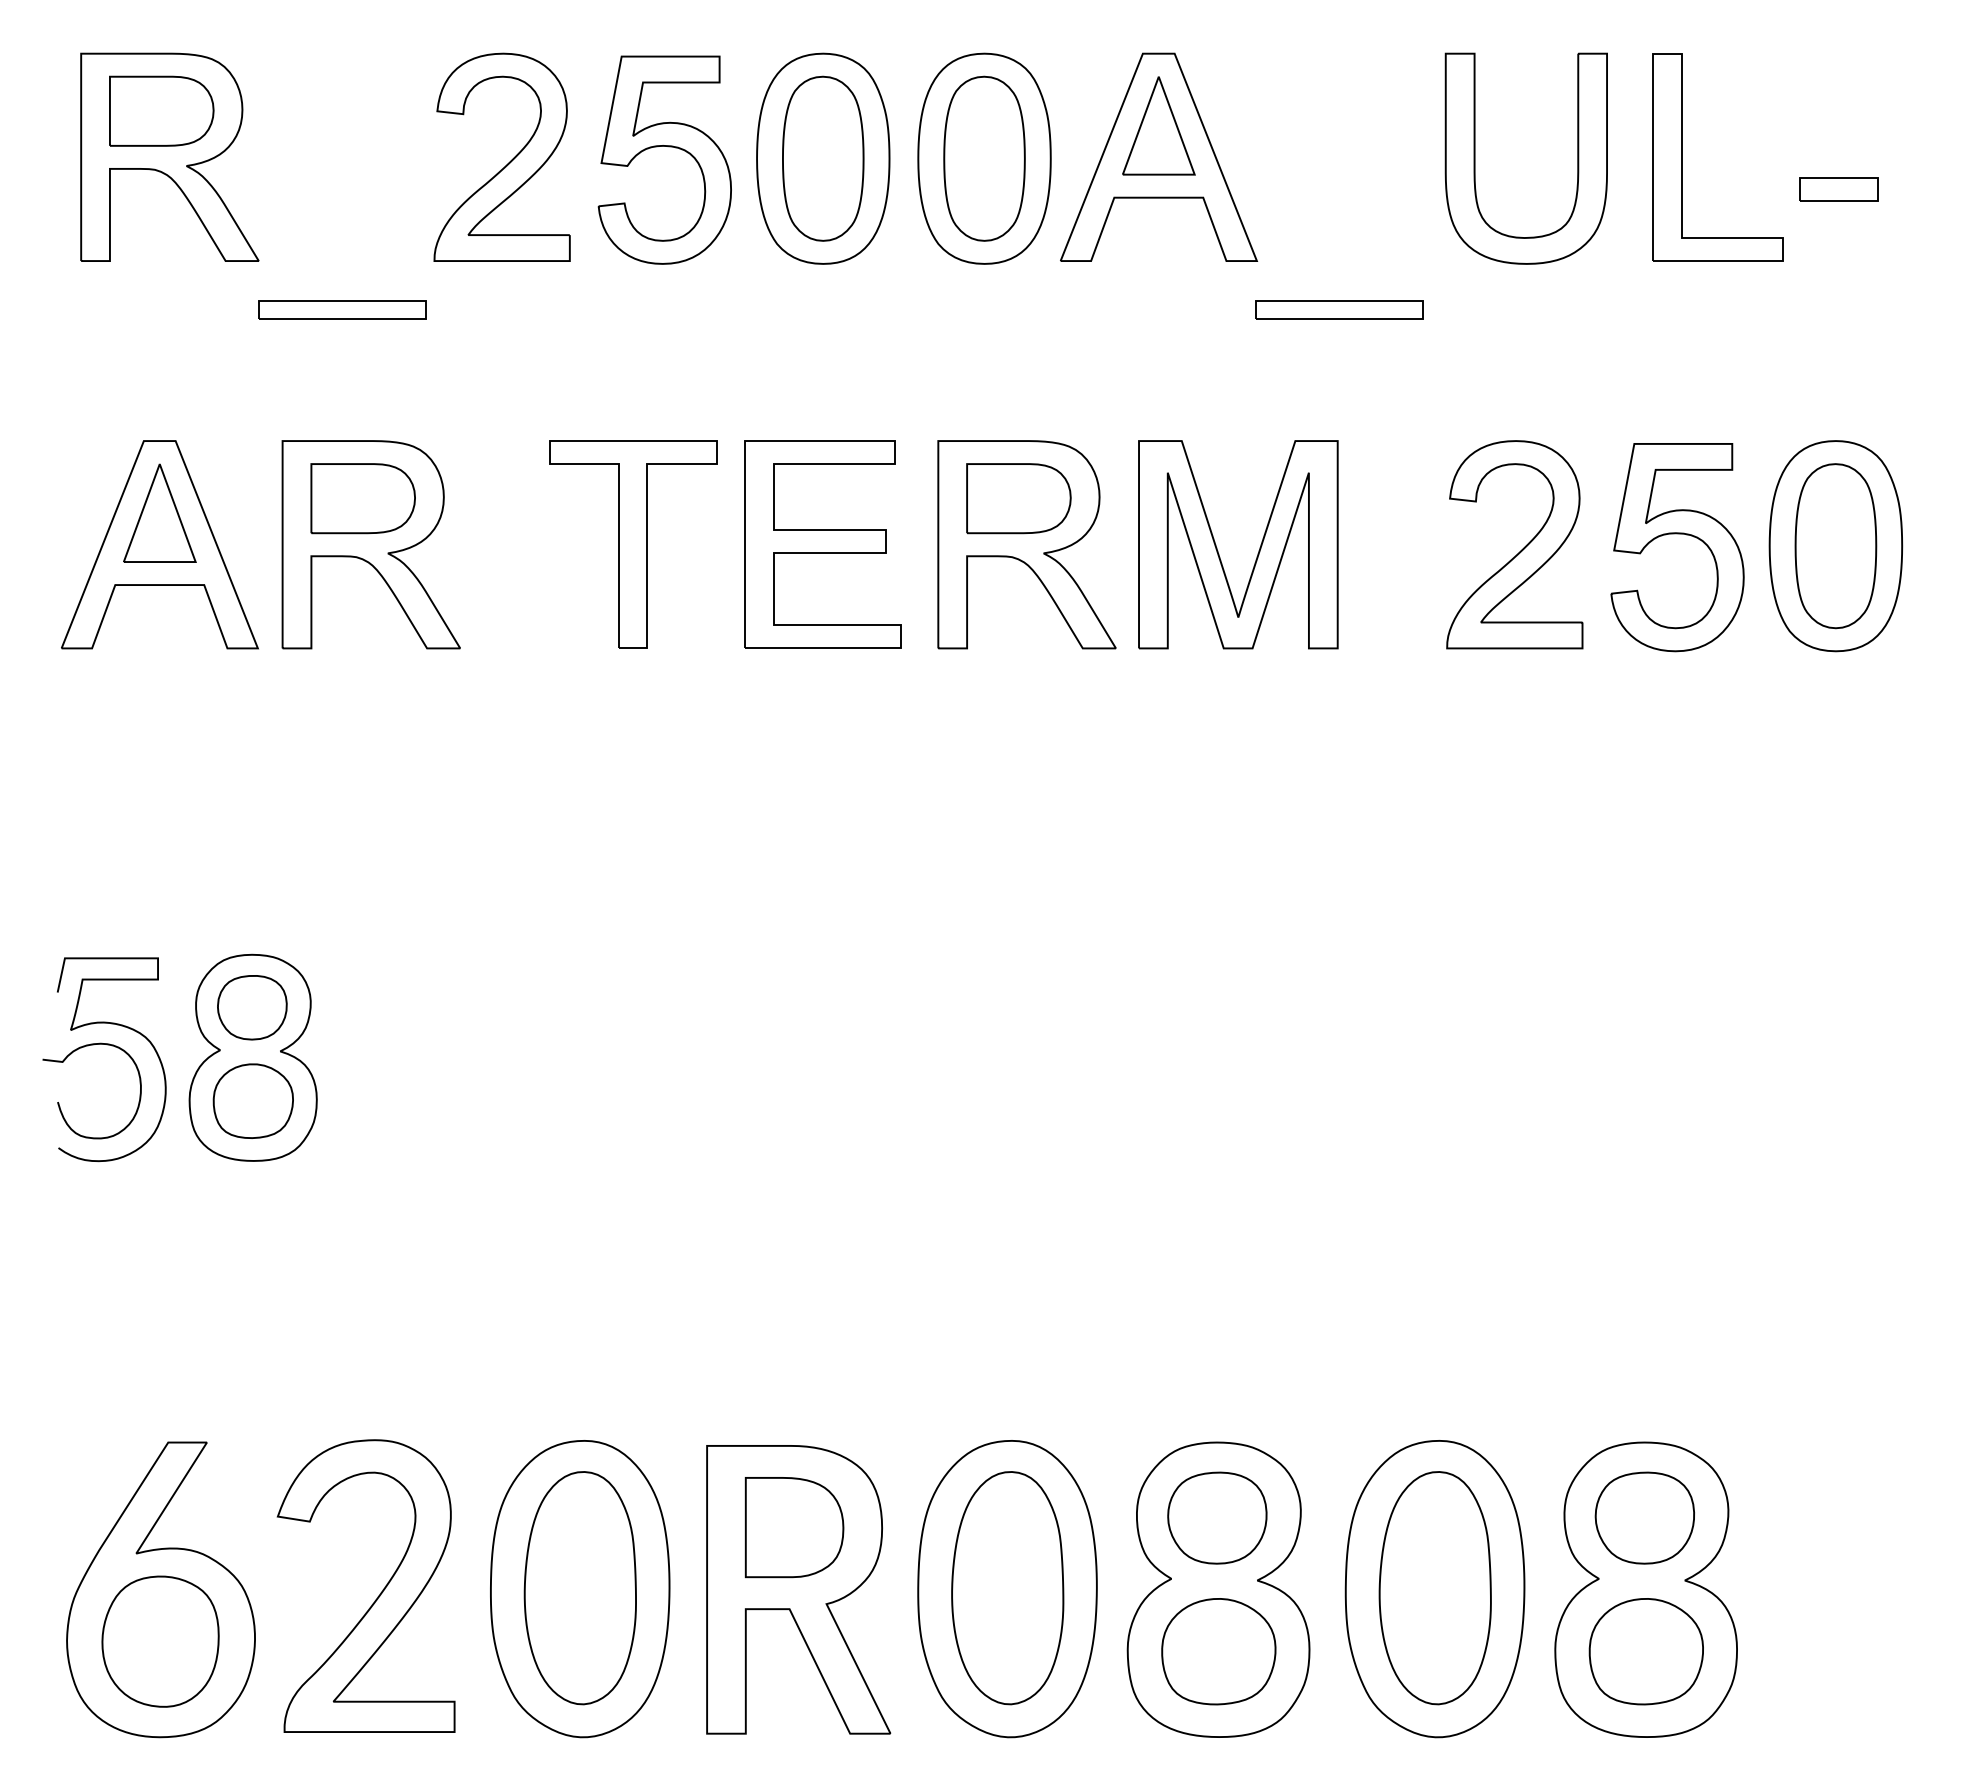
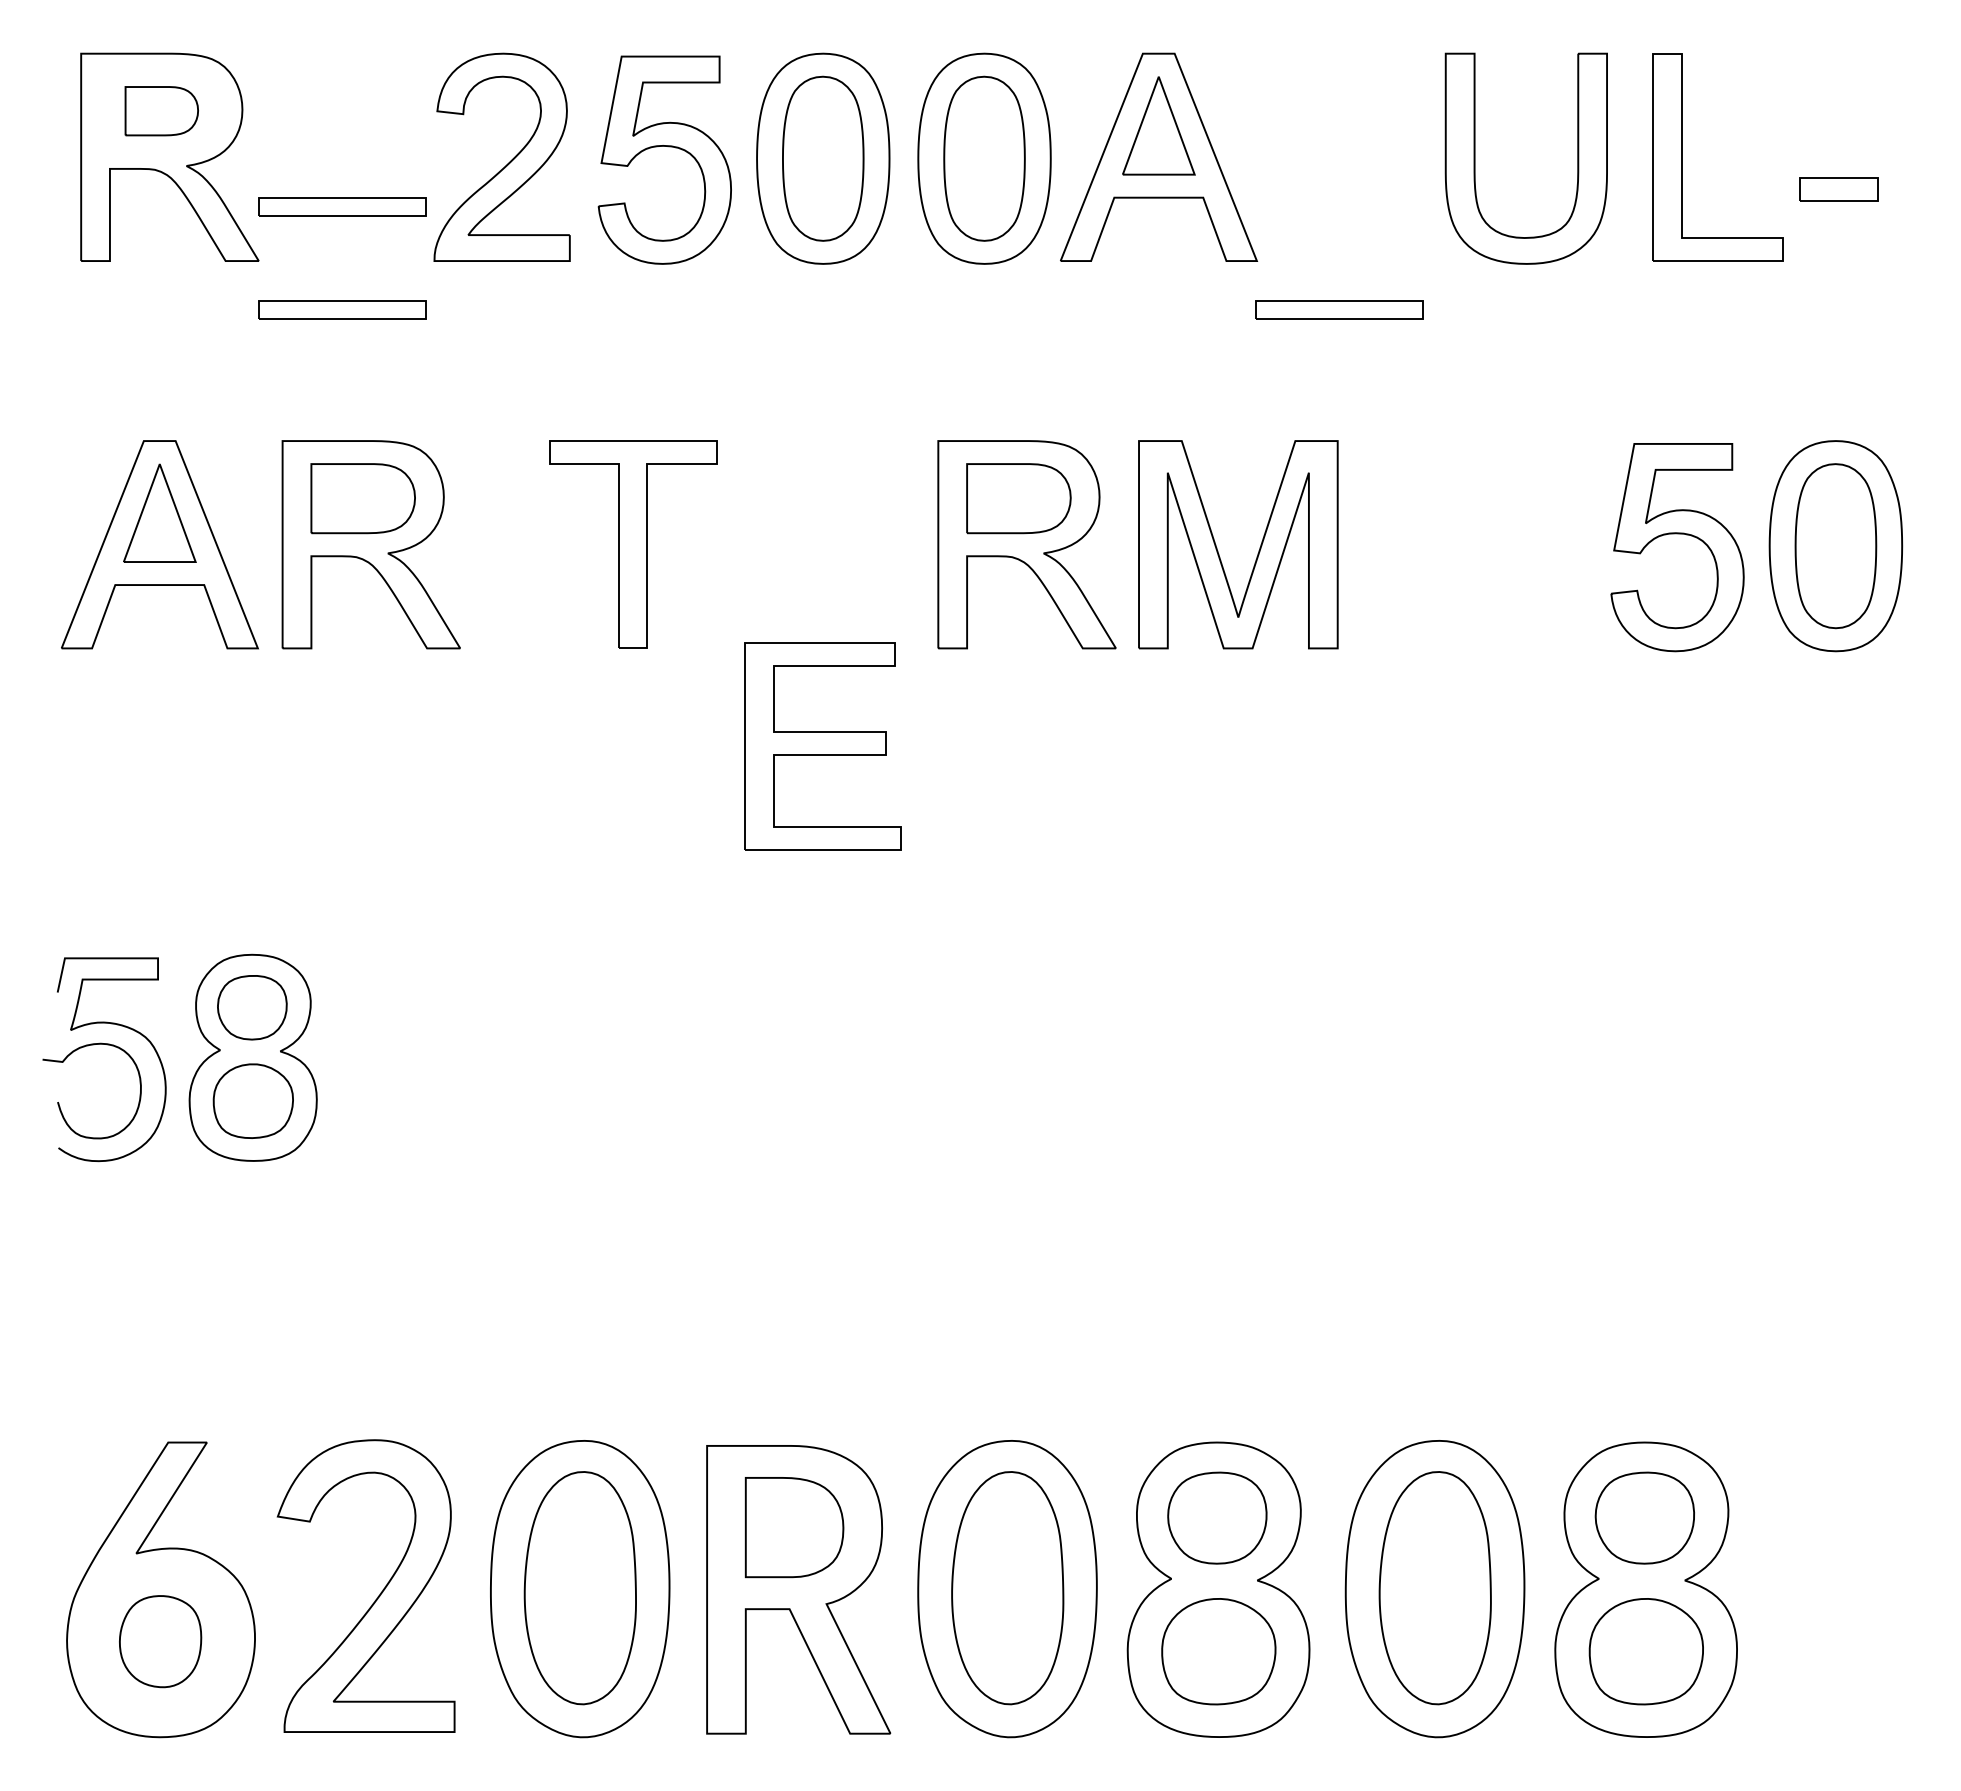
part at (161, 110) size: 106x72 px -> 75x51 px
part at (342, 206): none -> present
part at (822, 544) position: (822, 544) -> (822, 746)
part at (1520, 550): present -> none
part at (160, 1641) size: 119x133 px -> 84x94 px
